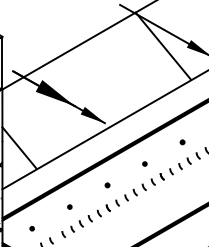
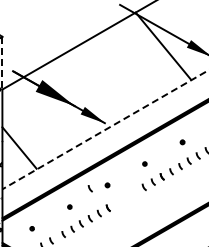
line at (2, 63): solid -> dashed
line at (105, 129): solid -> dashed
arc at (89, 188): none -> present
part at (126, 197): present -> none
